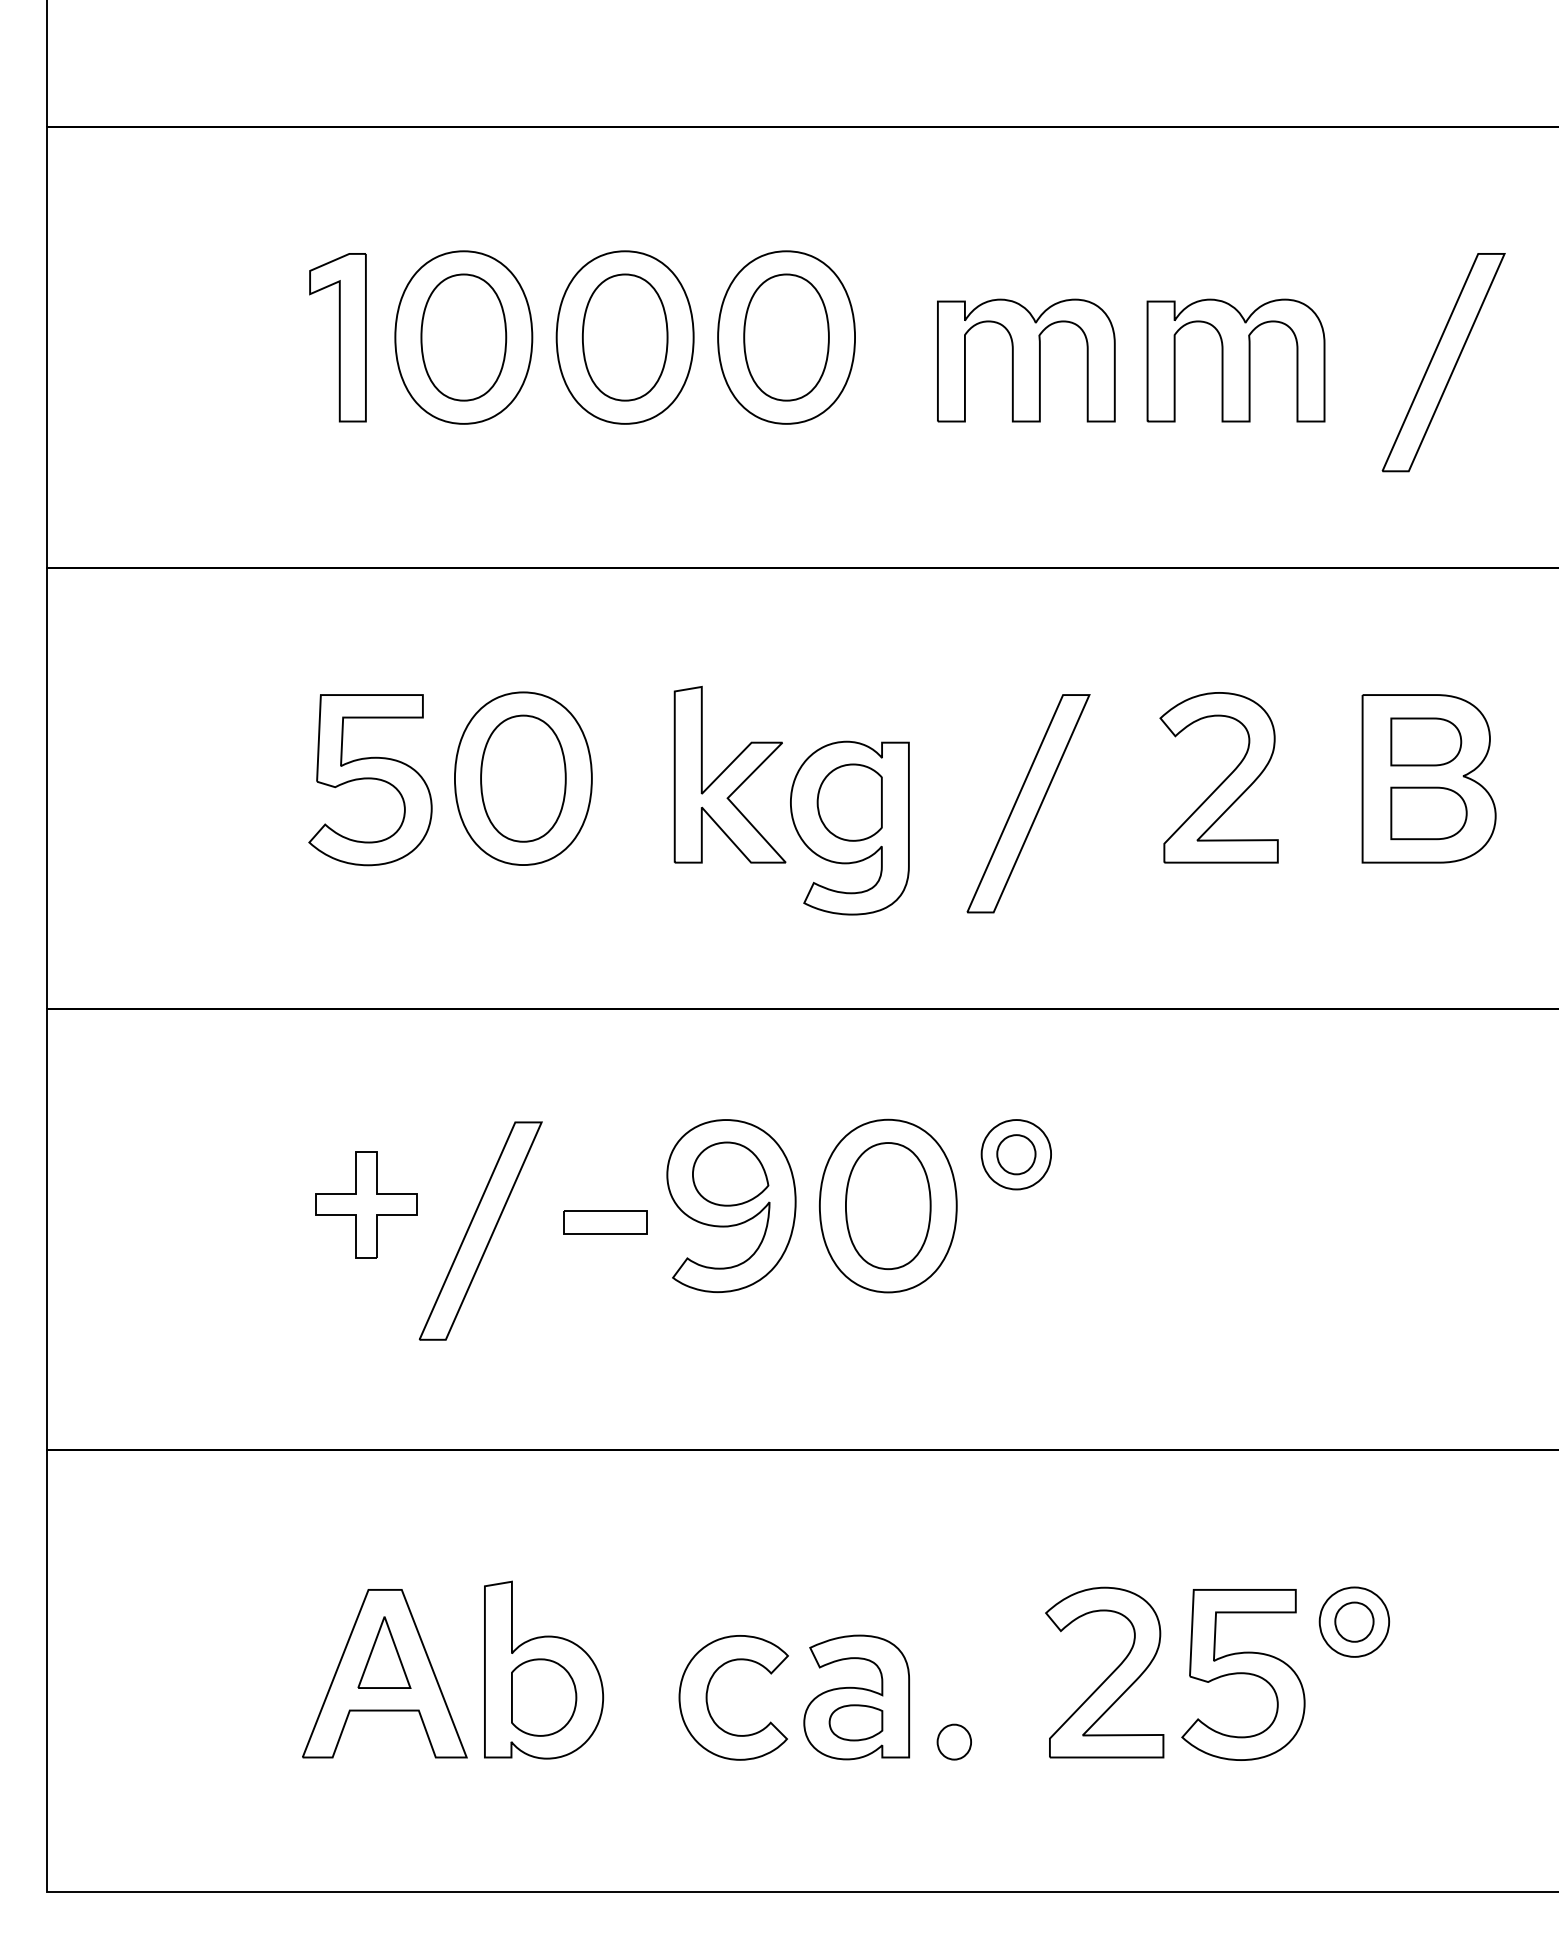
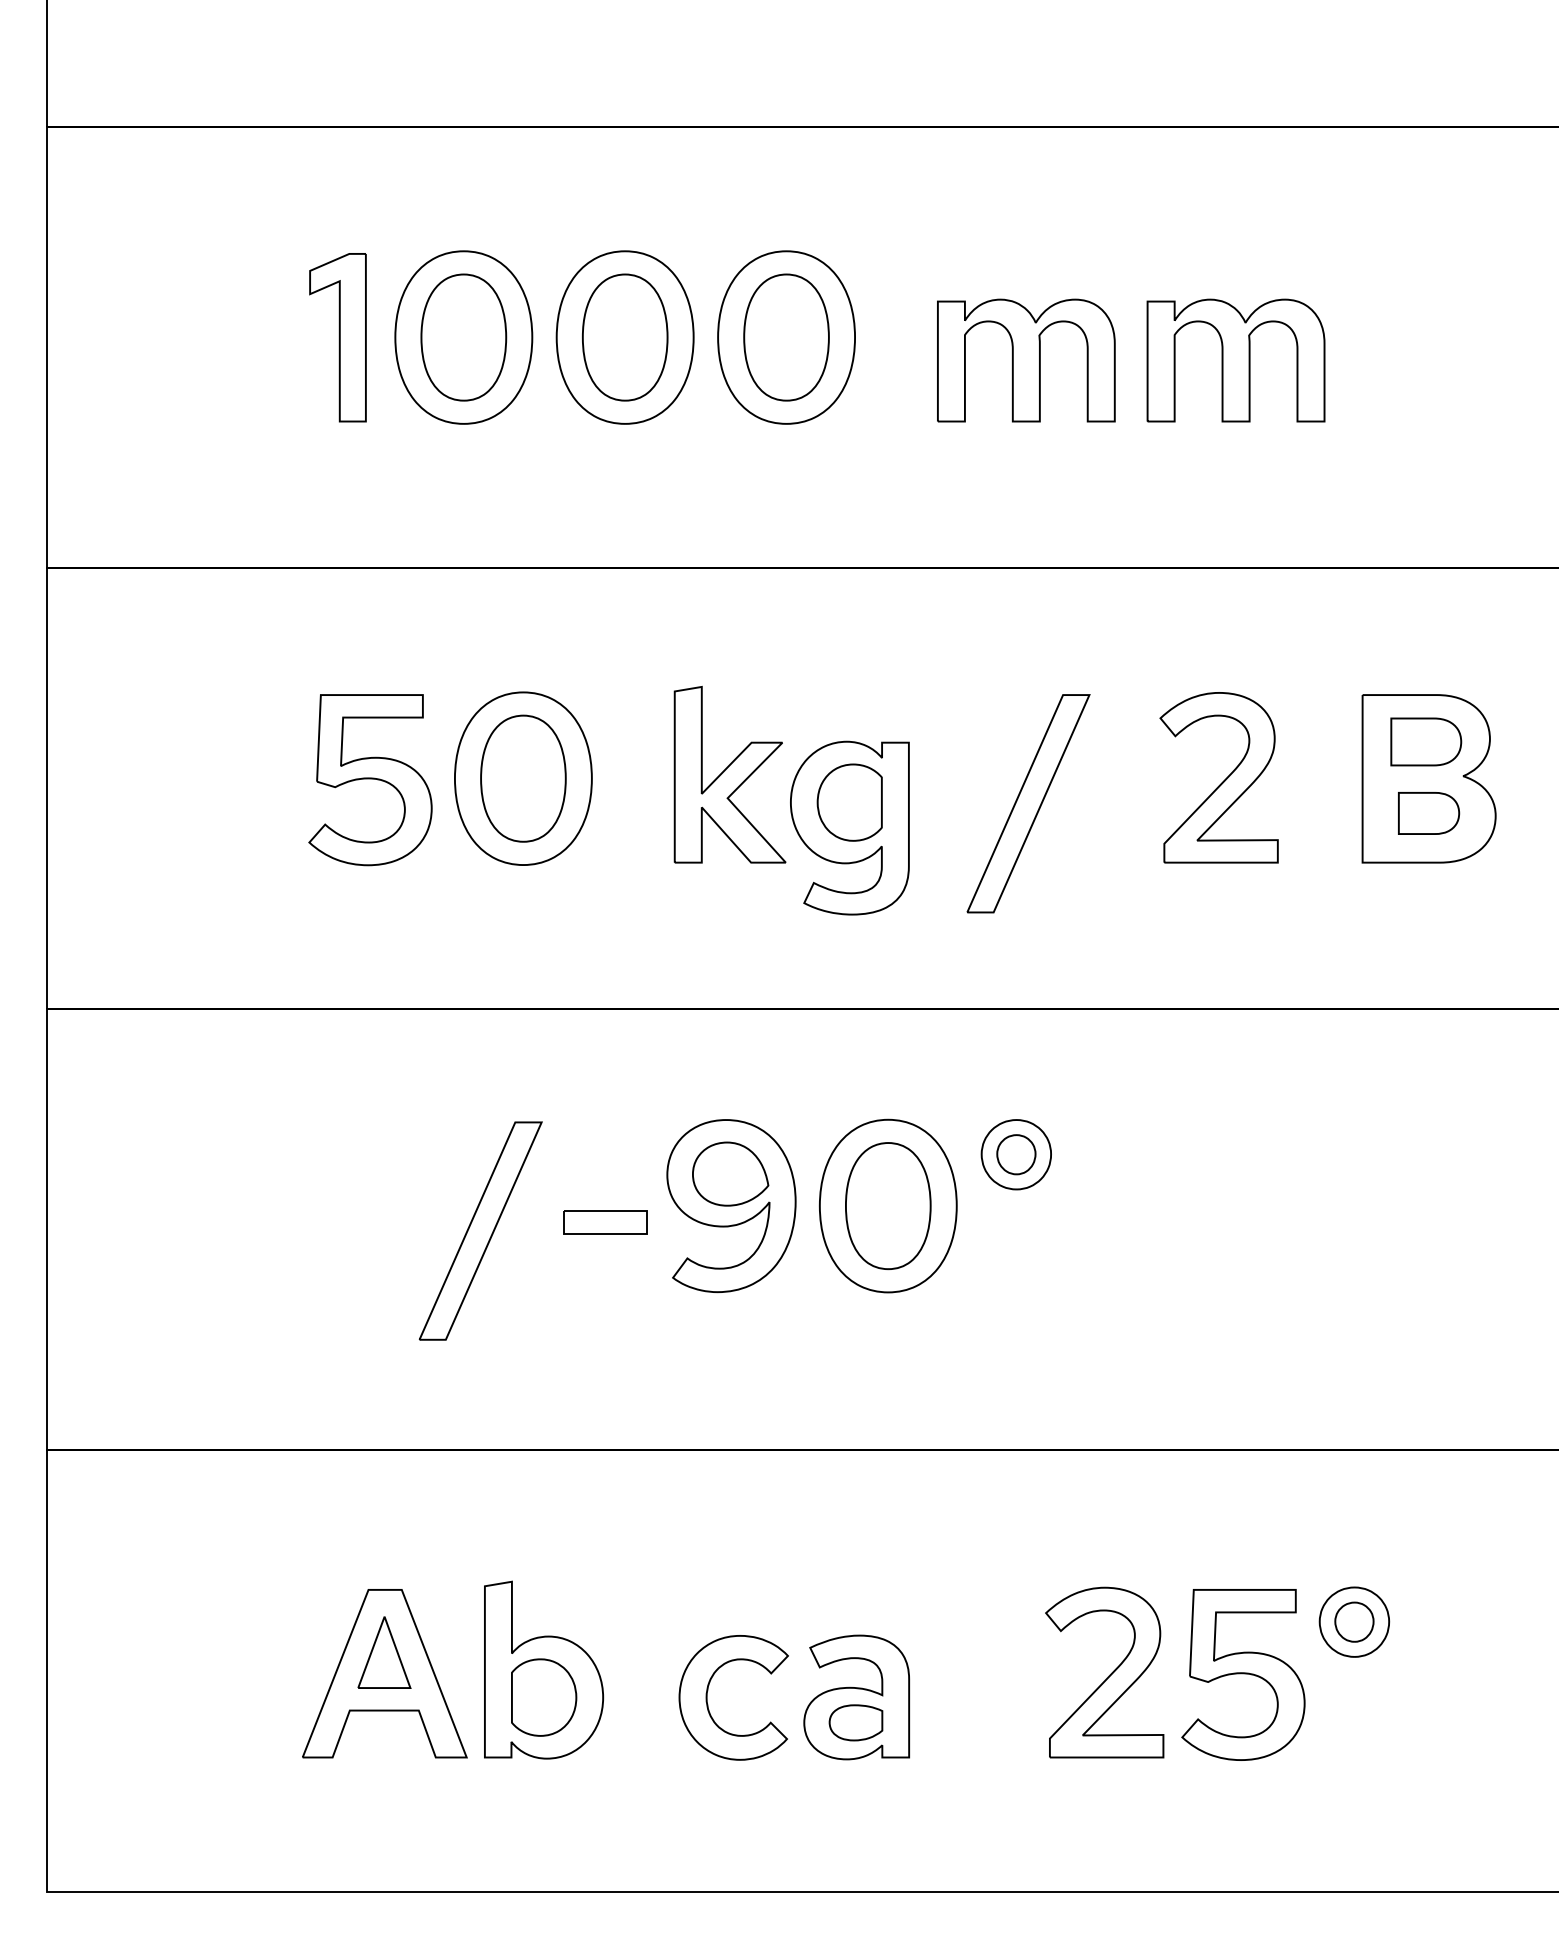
part at (1443, 362): present -> none
part at (1428, 813) size: 78x55 px -> 63x43 px
part at (366, 1204): present -> none
part at (953, 1741): present -> none
